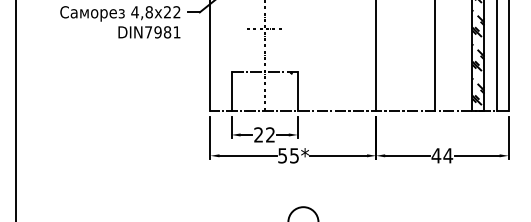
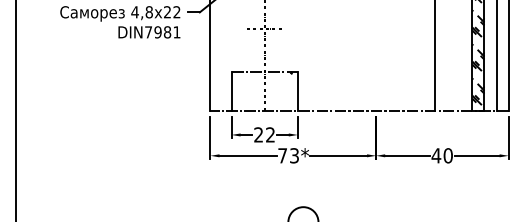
line at (376, 56): present -> none
text at (288, 155): 55* -> 73*
text at (448, 155): 44 -> 40
